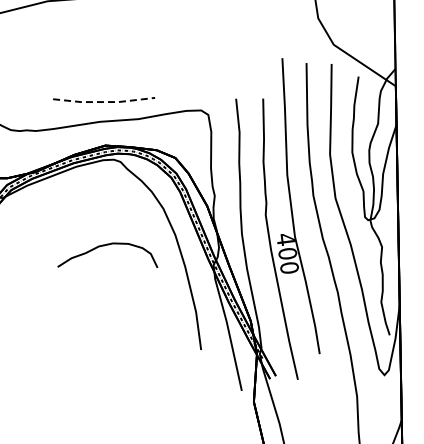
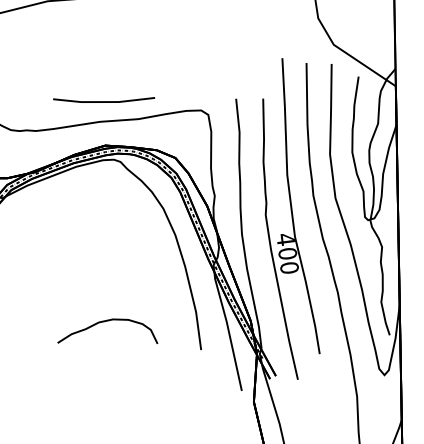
line at (103, 102): dashed -> solid
curve at (104, 246) position: (104, 246) -> (104, 322)
